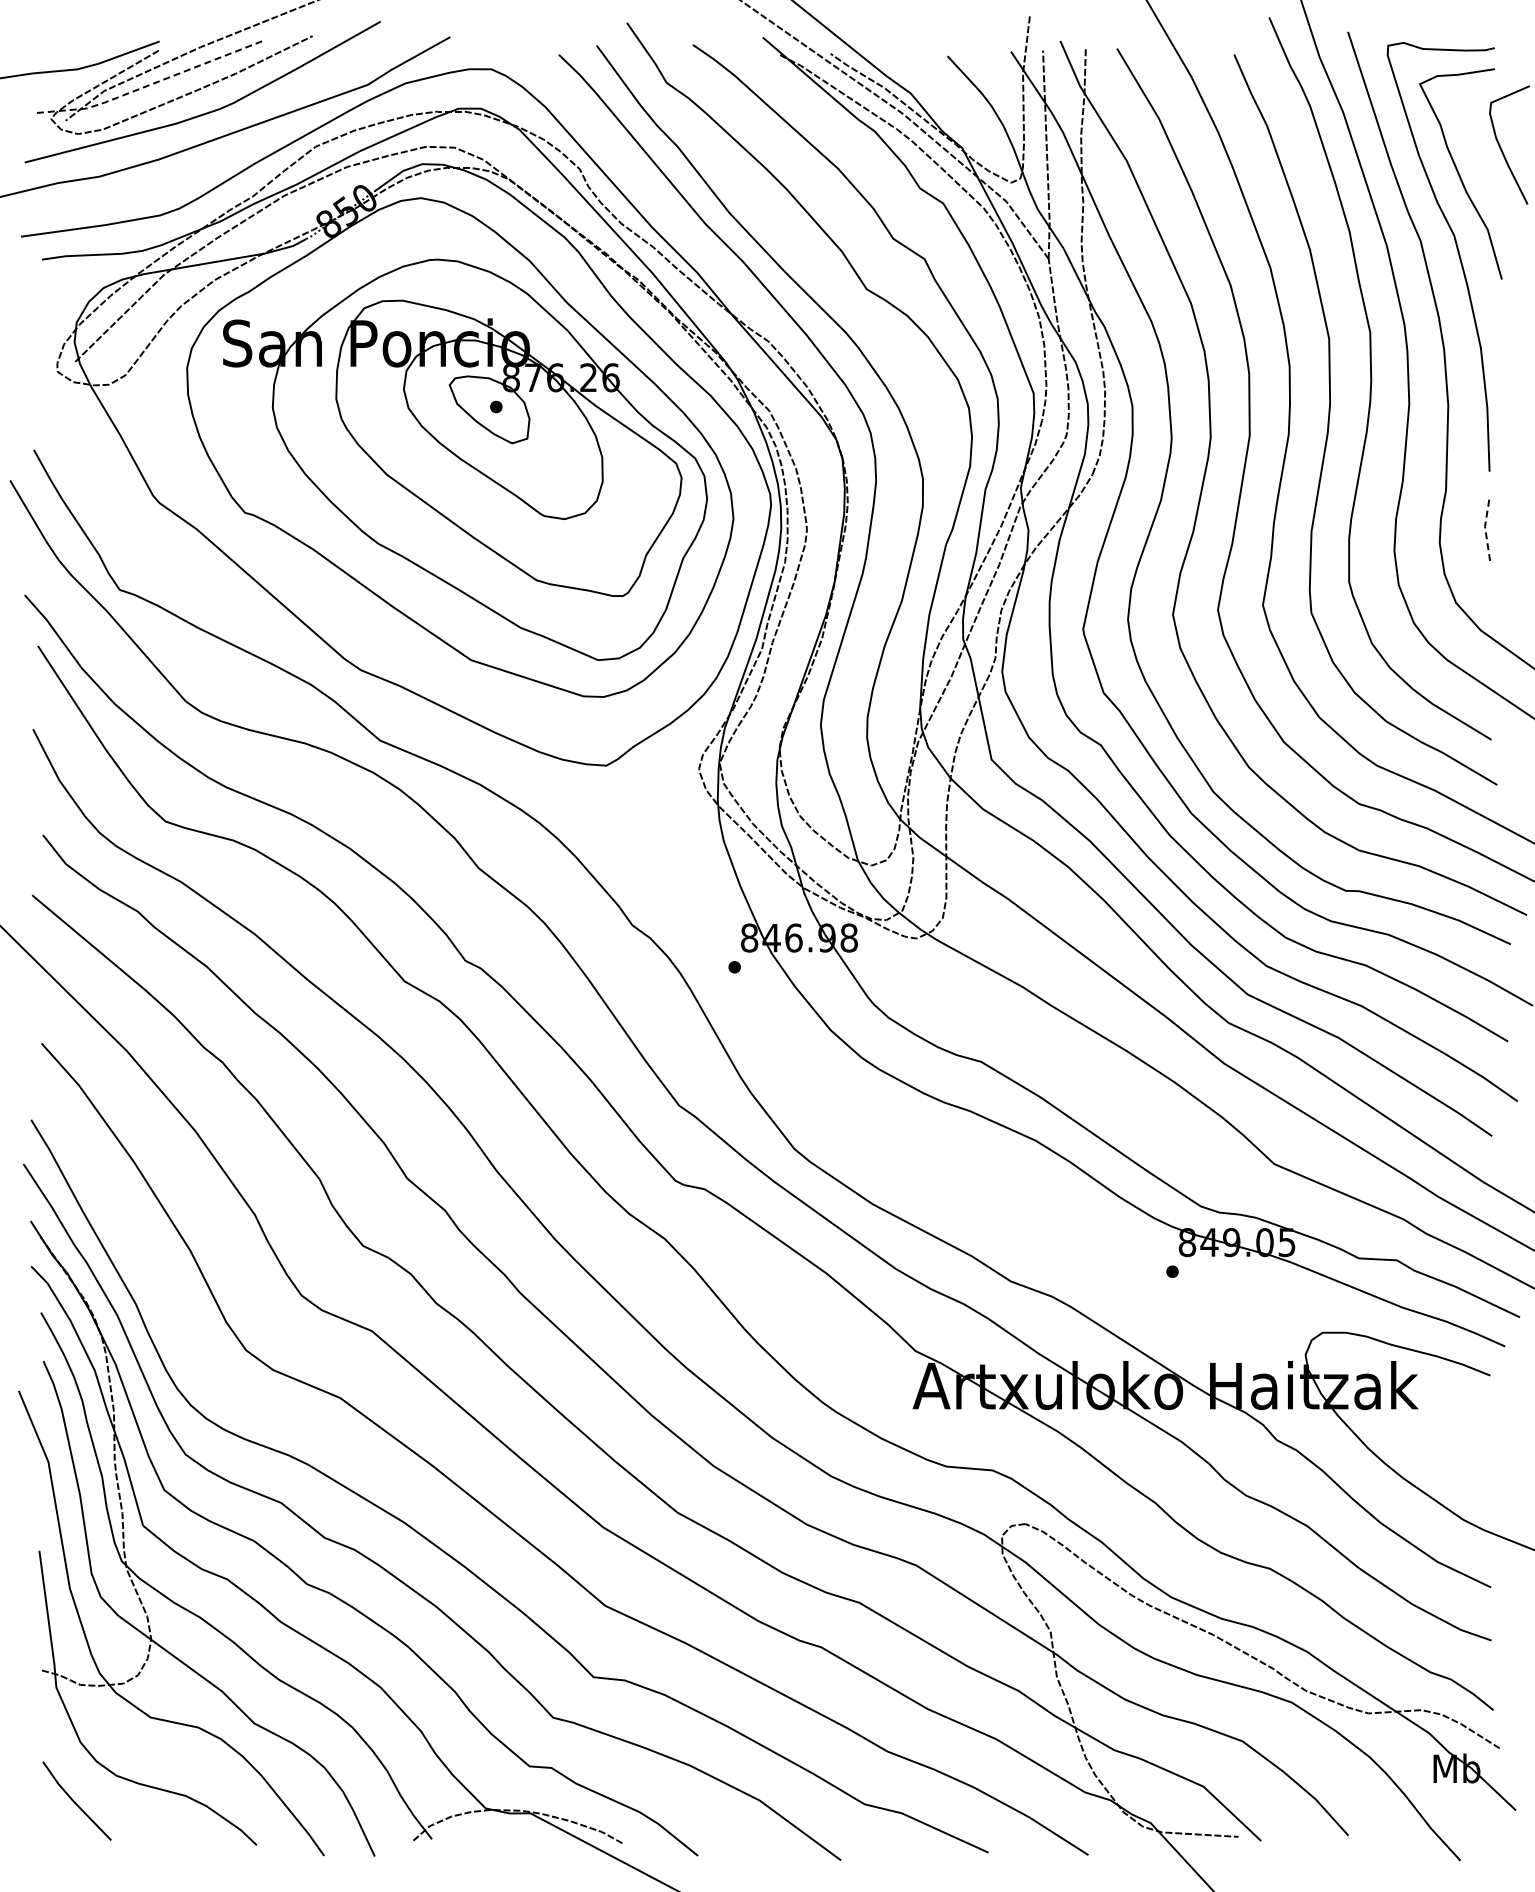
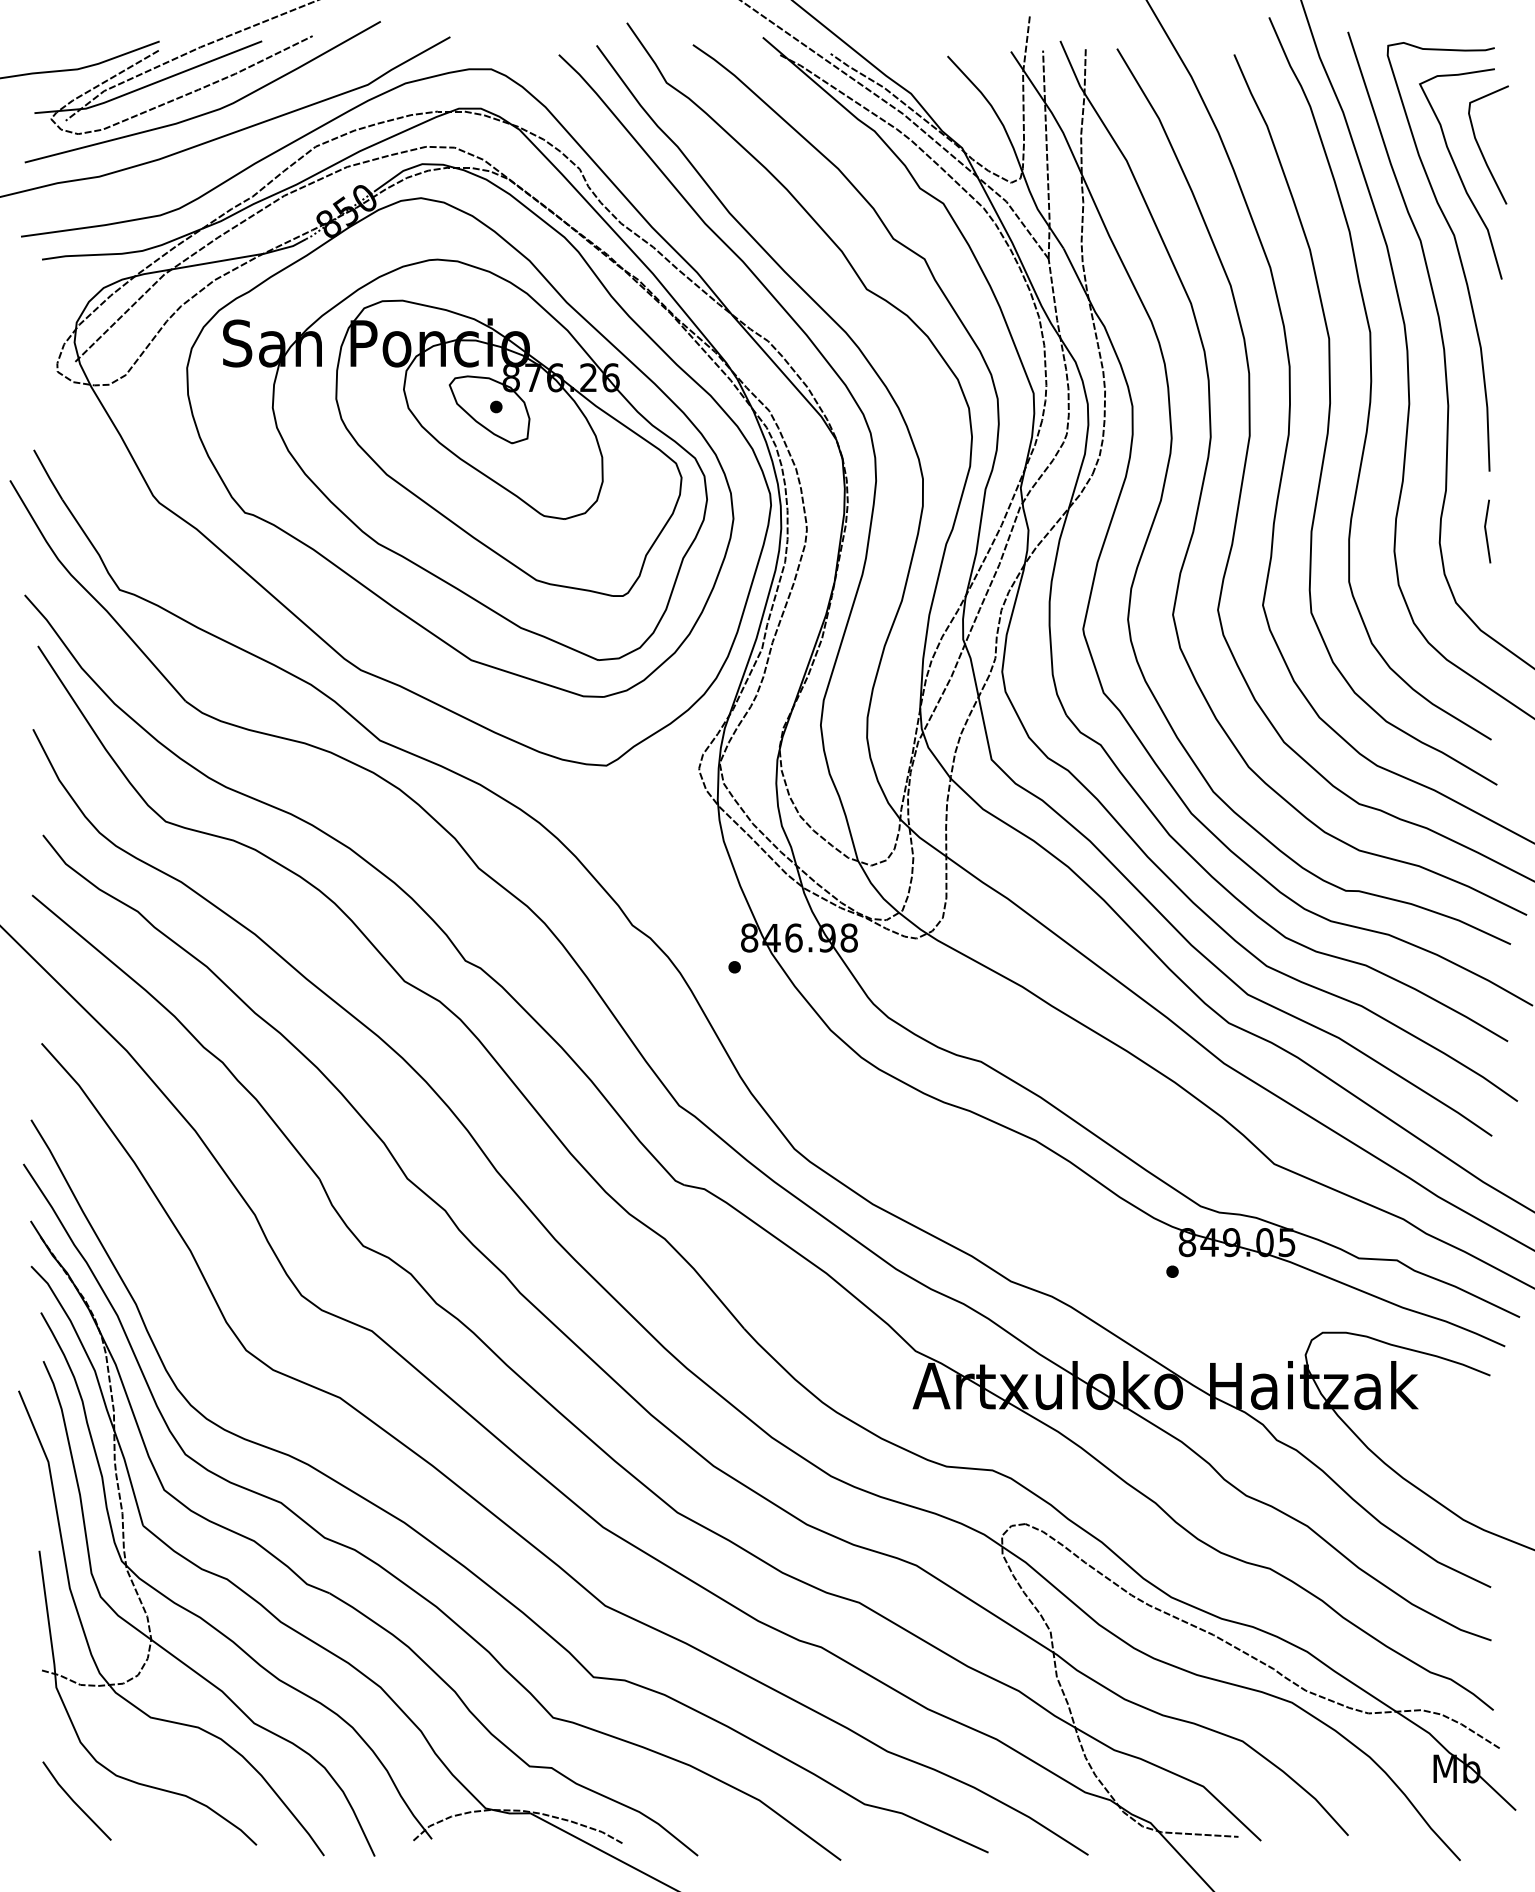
line at (148, 85): dashed -> solid
curve at (1501, 147) position: (1501, 147) -> (1480, 147)
line at (1485, 531): dashed -> solid
